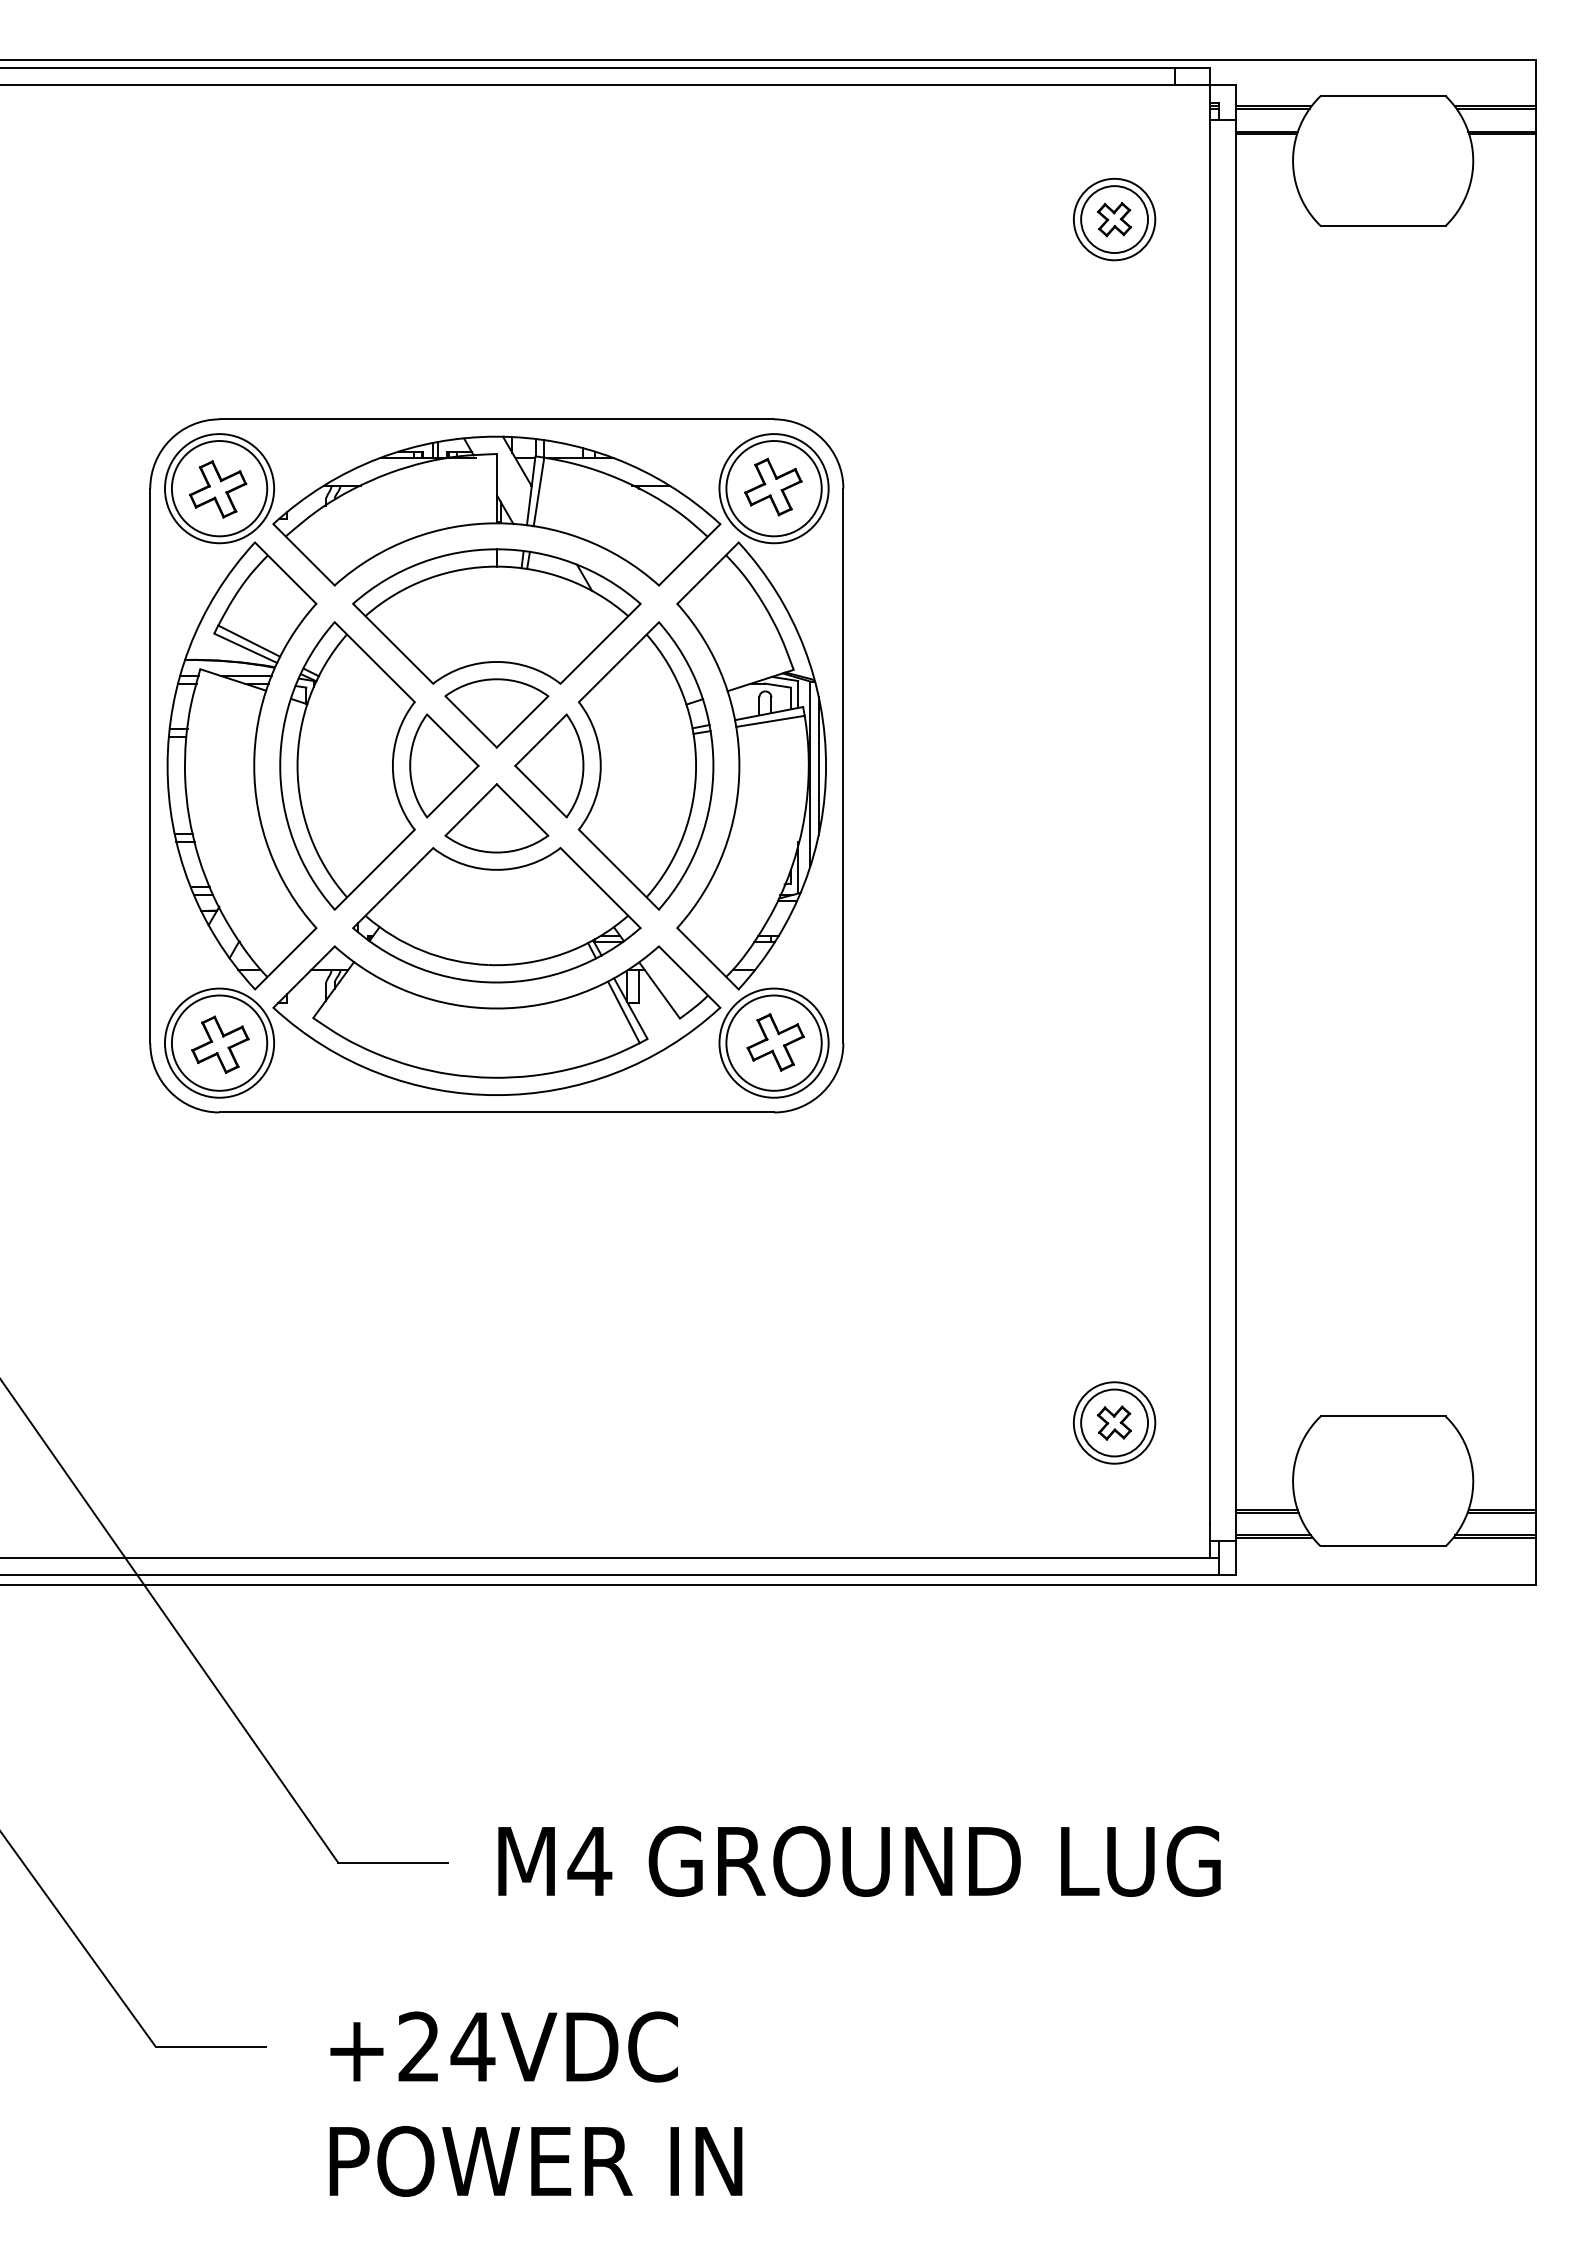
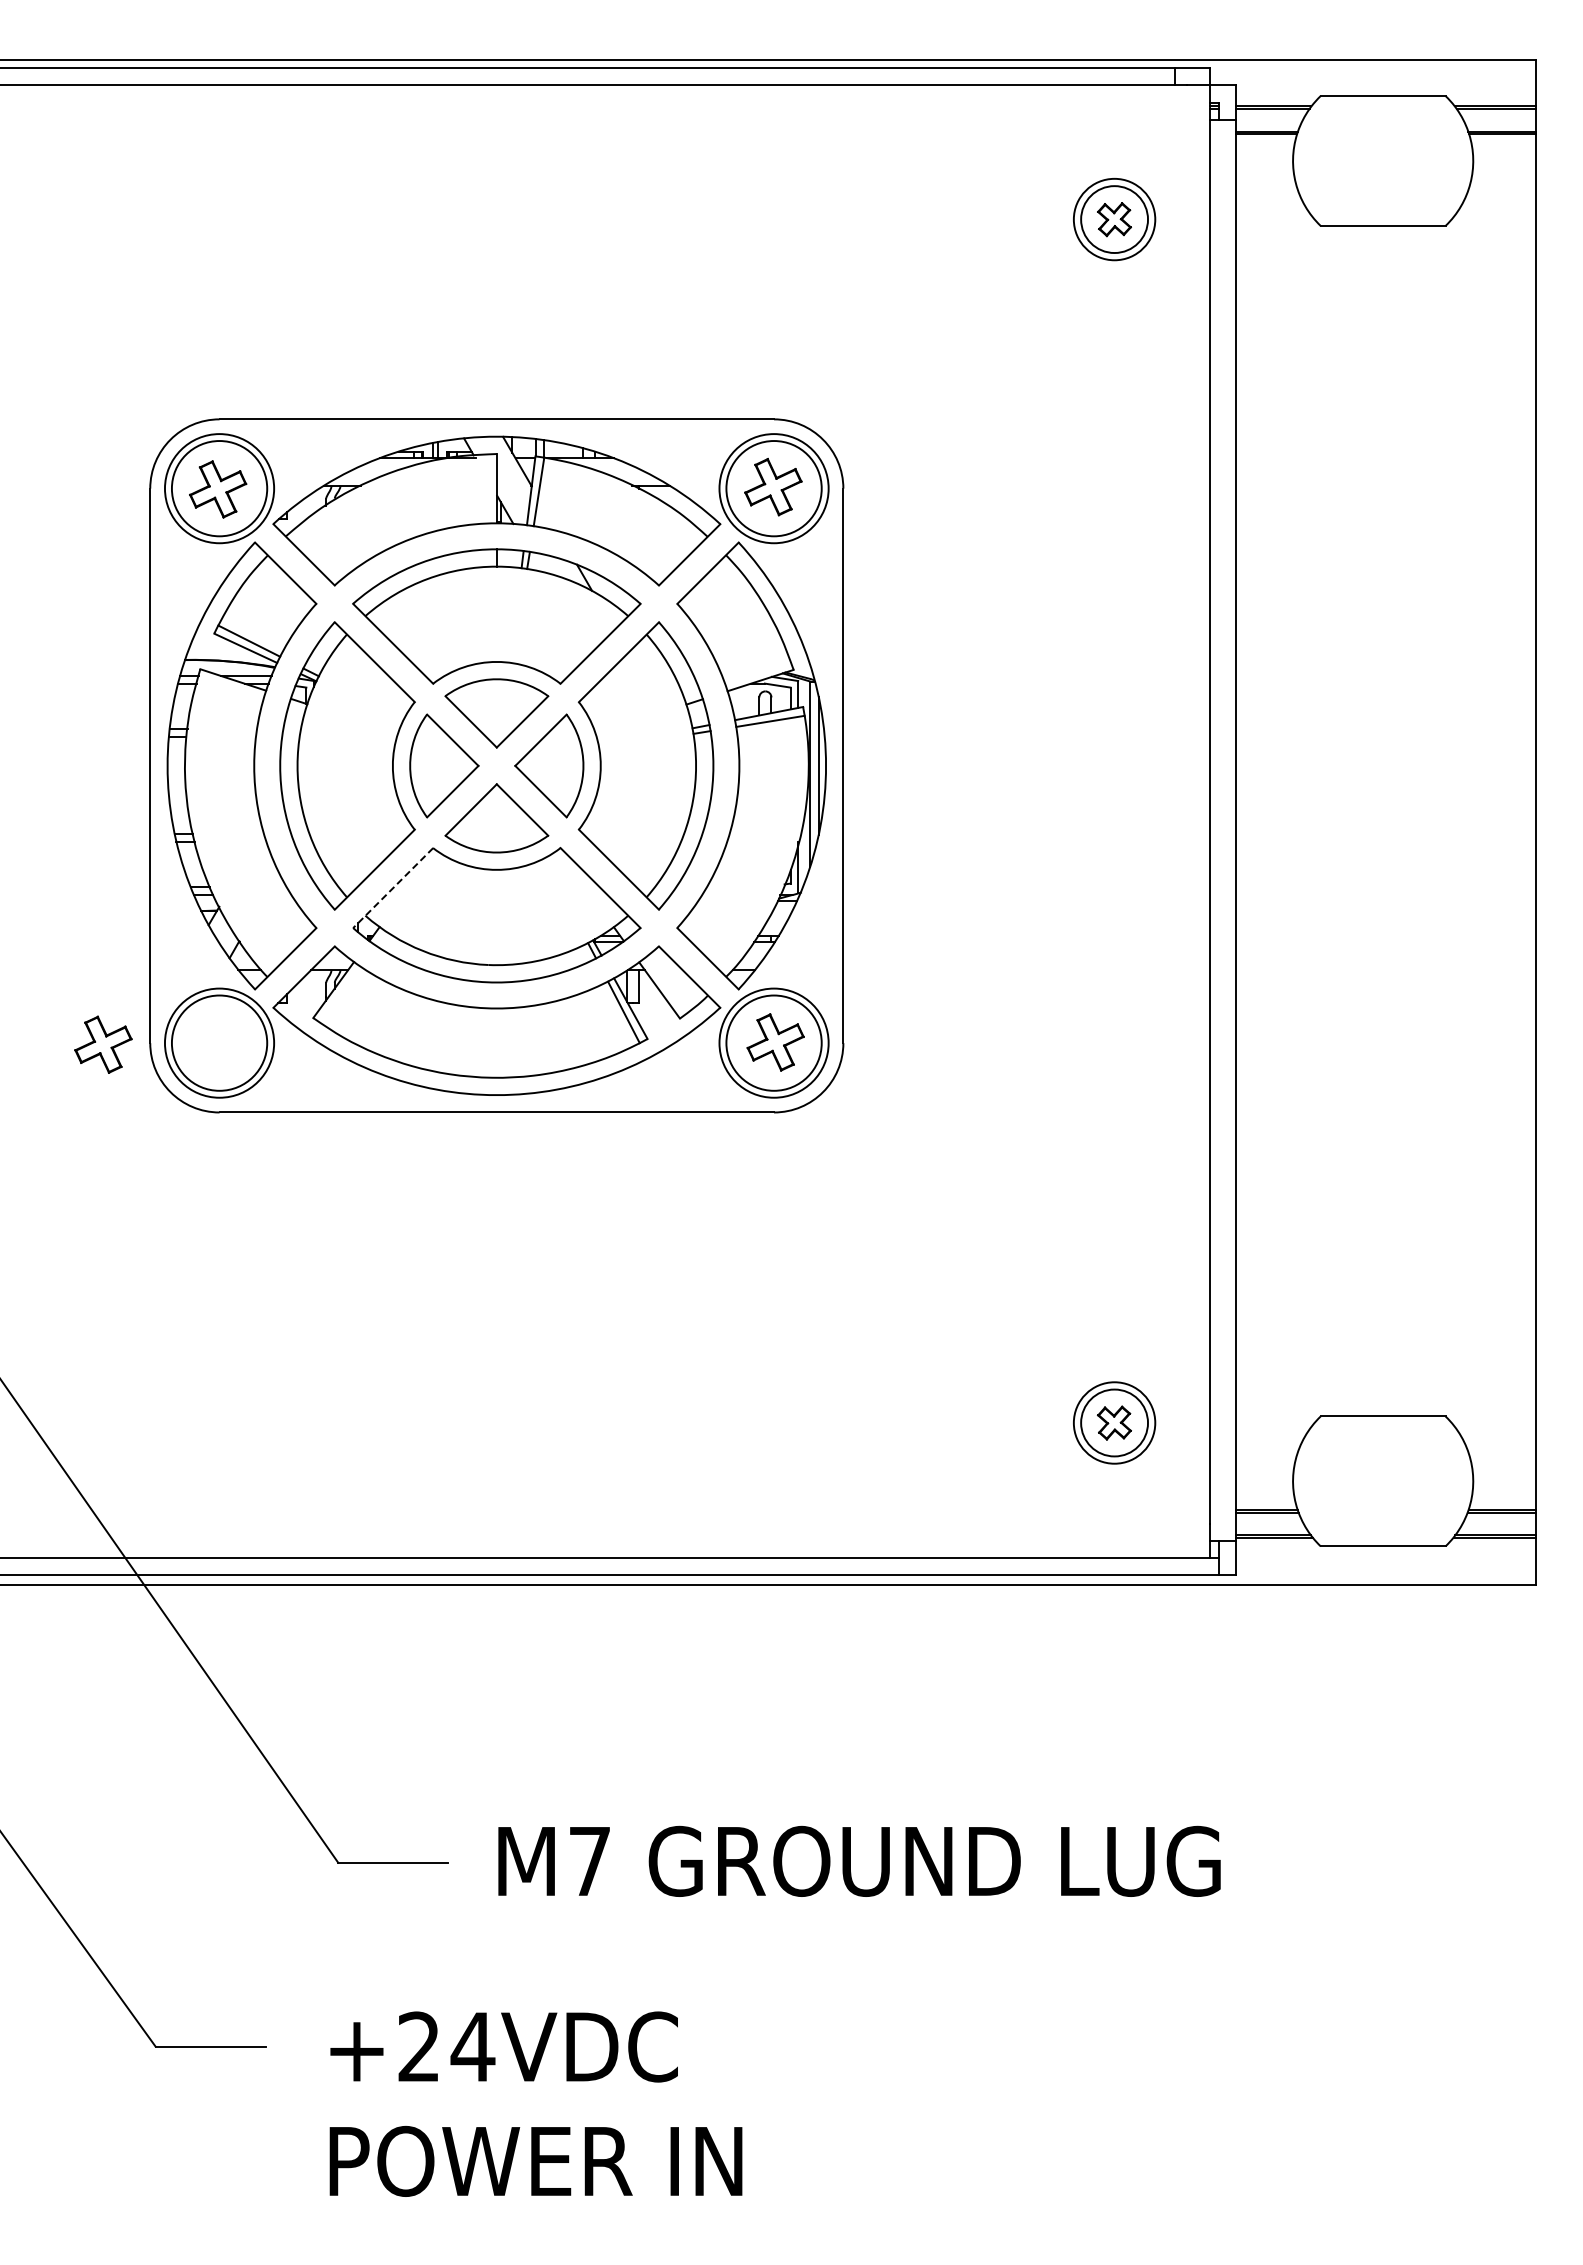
line at (393, 888): solid -> dashed
part at (220, 1044) position: (220, 1044) -> (103, 1044)
text at (589, 1861): M4 -> M7
